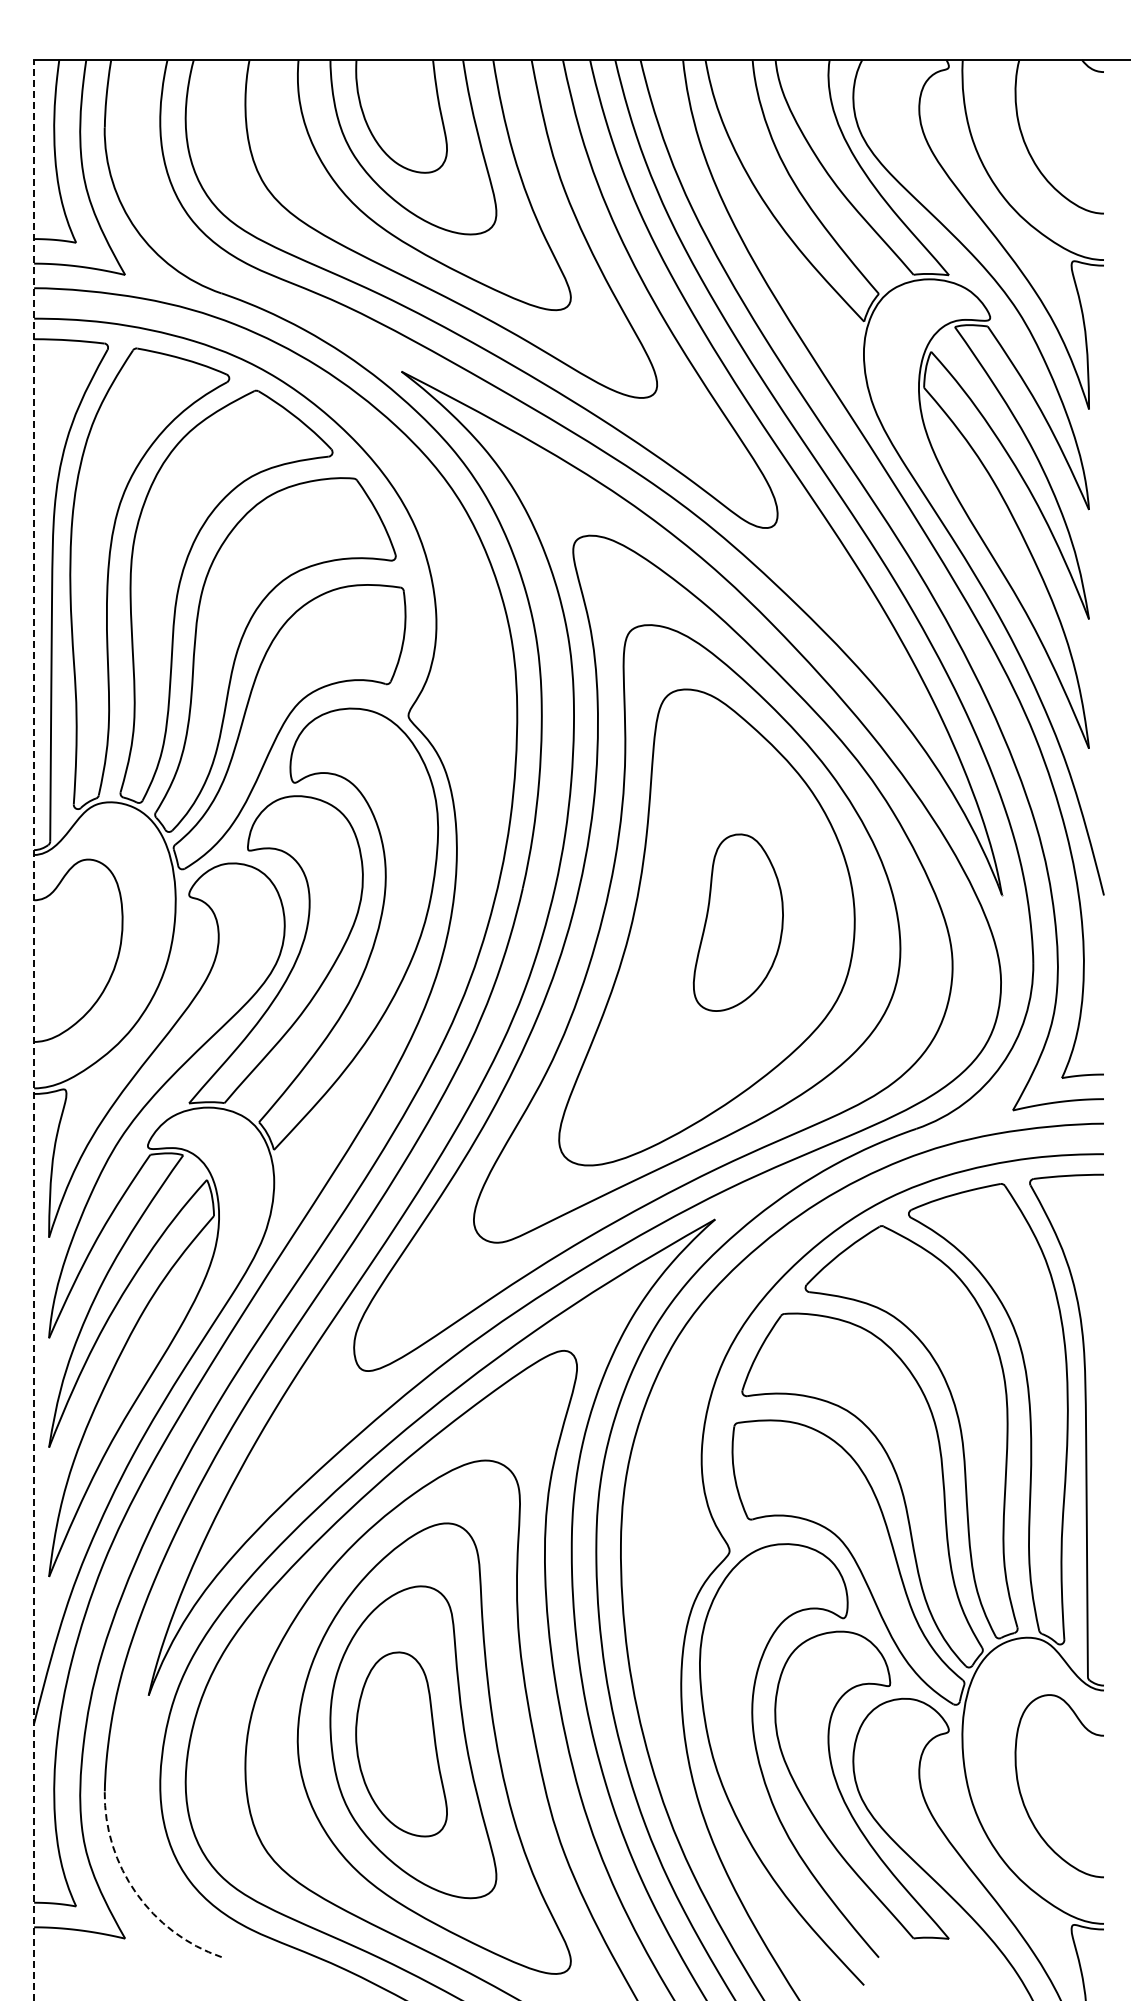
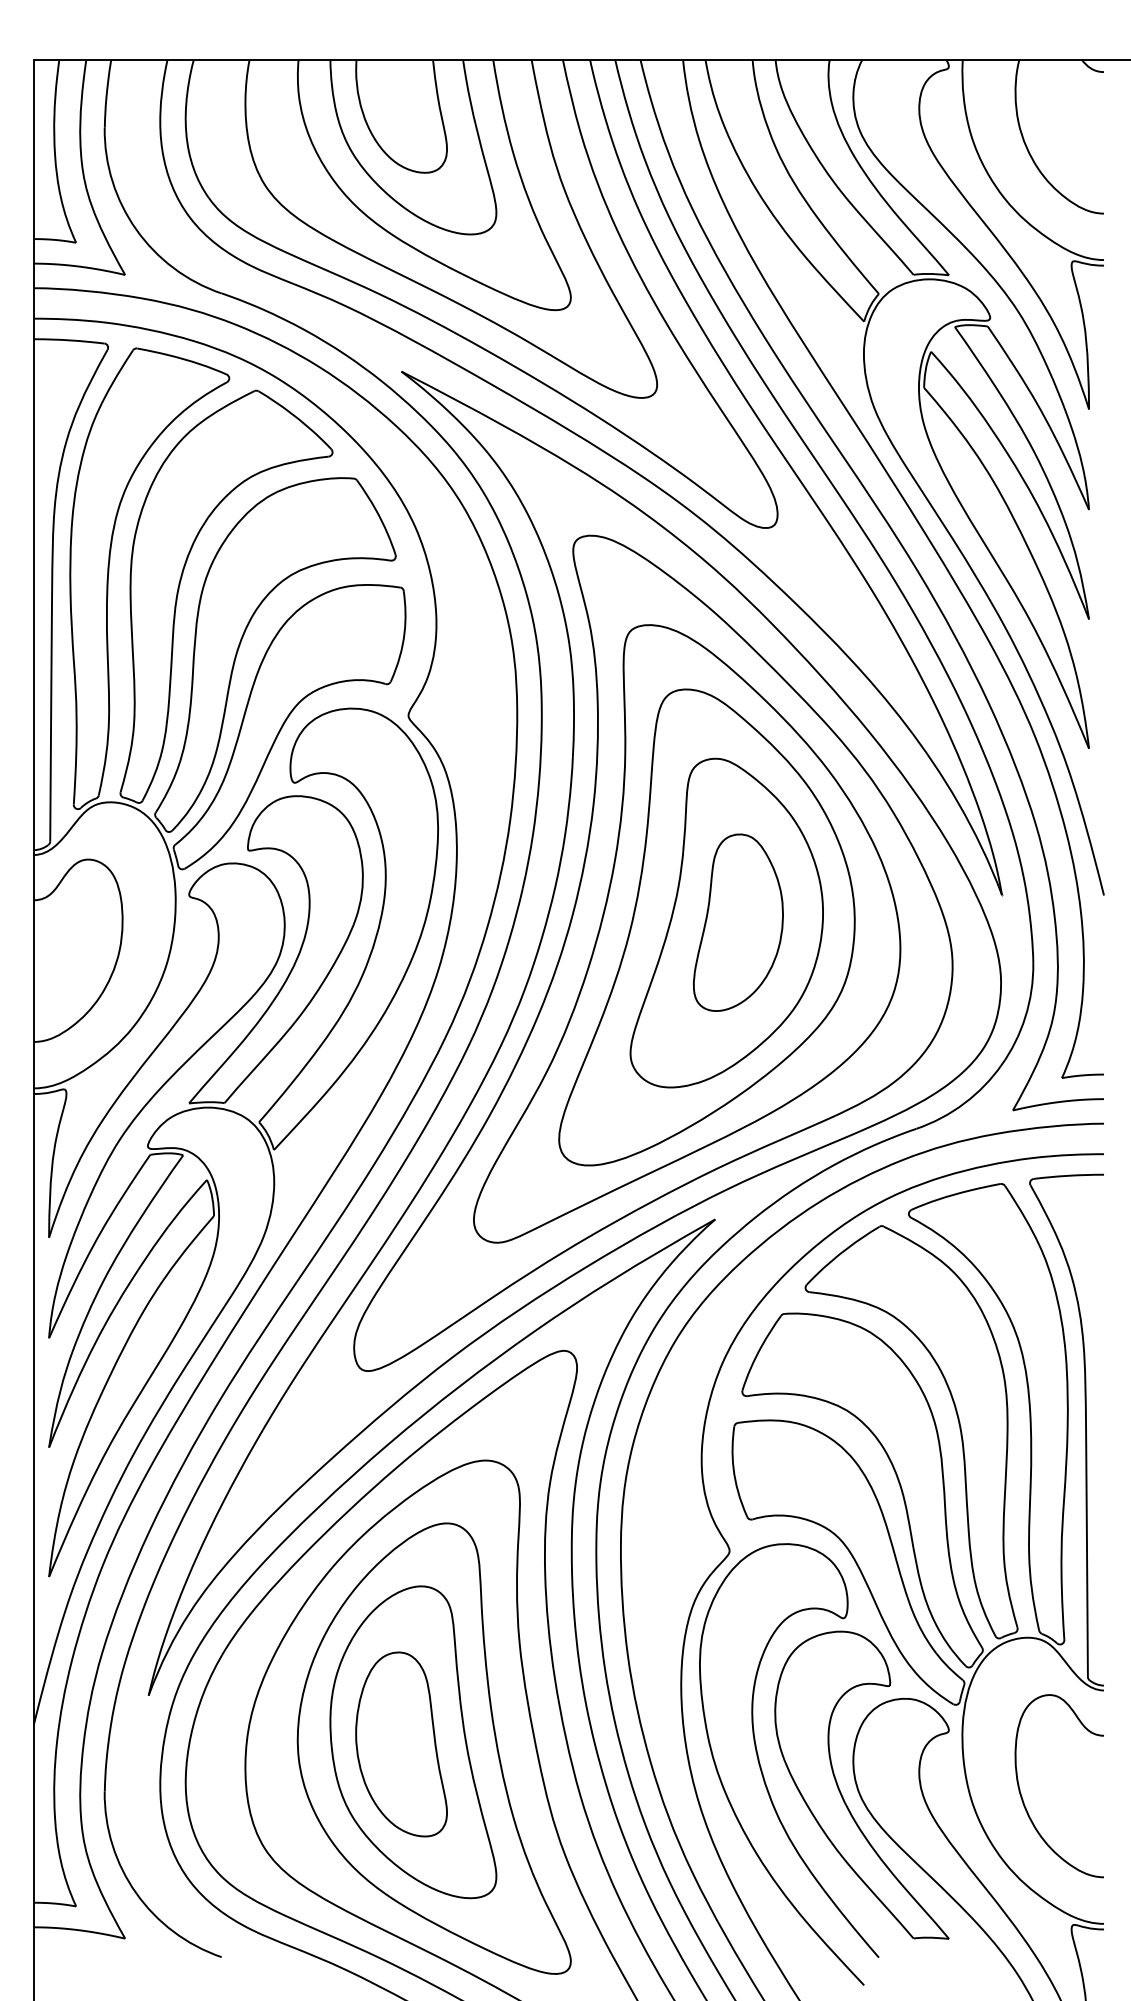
part at (726, 922): none -> present
line at (34, 1029): dashed -> solid
arc at (136, 1893): dashed -> solid
